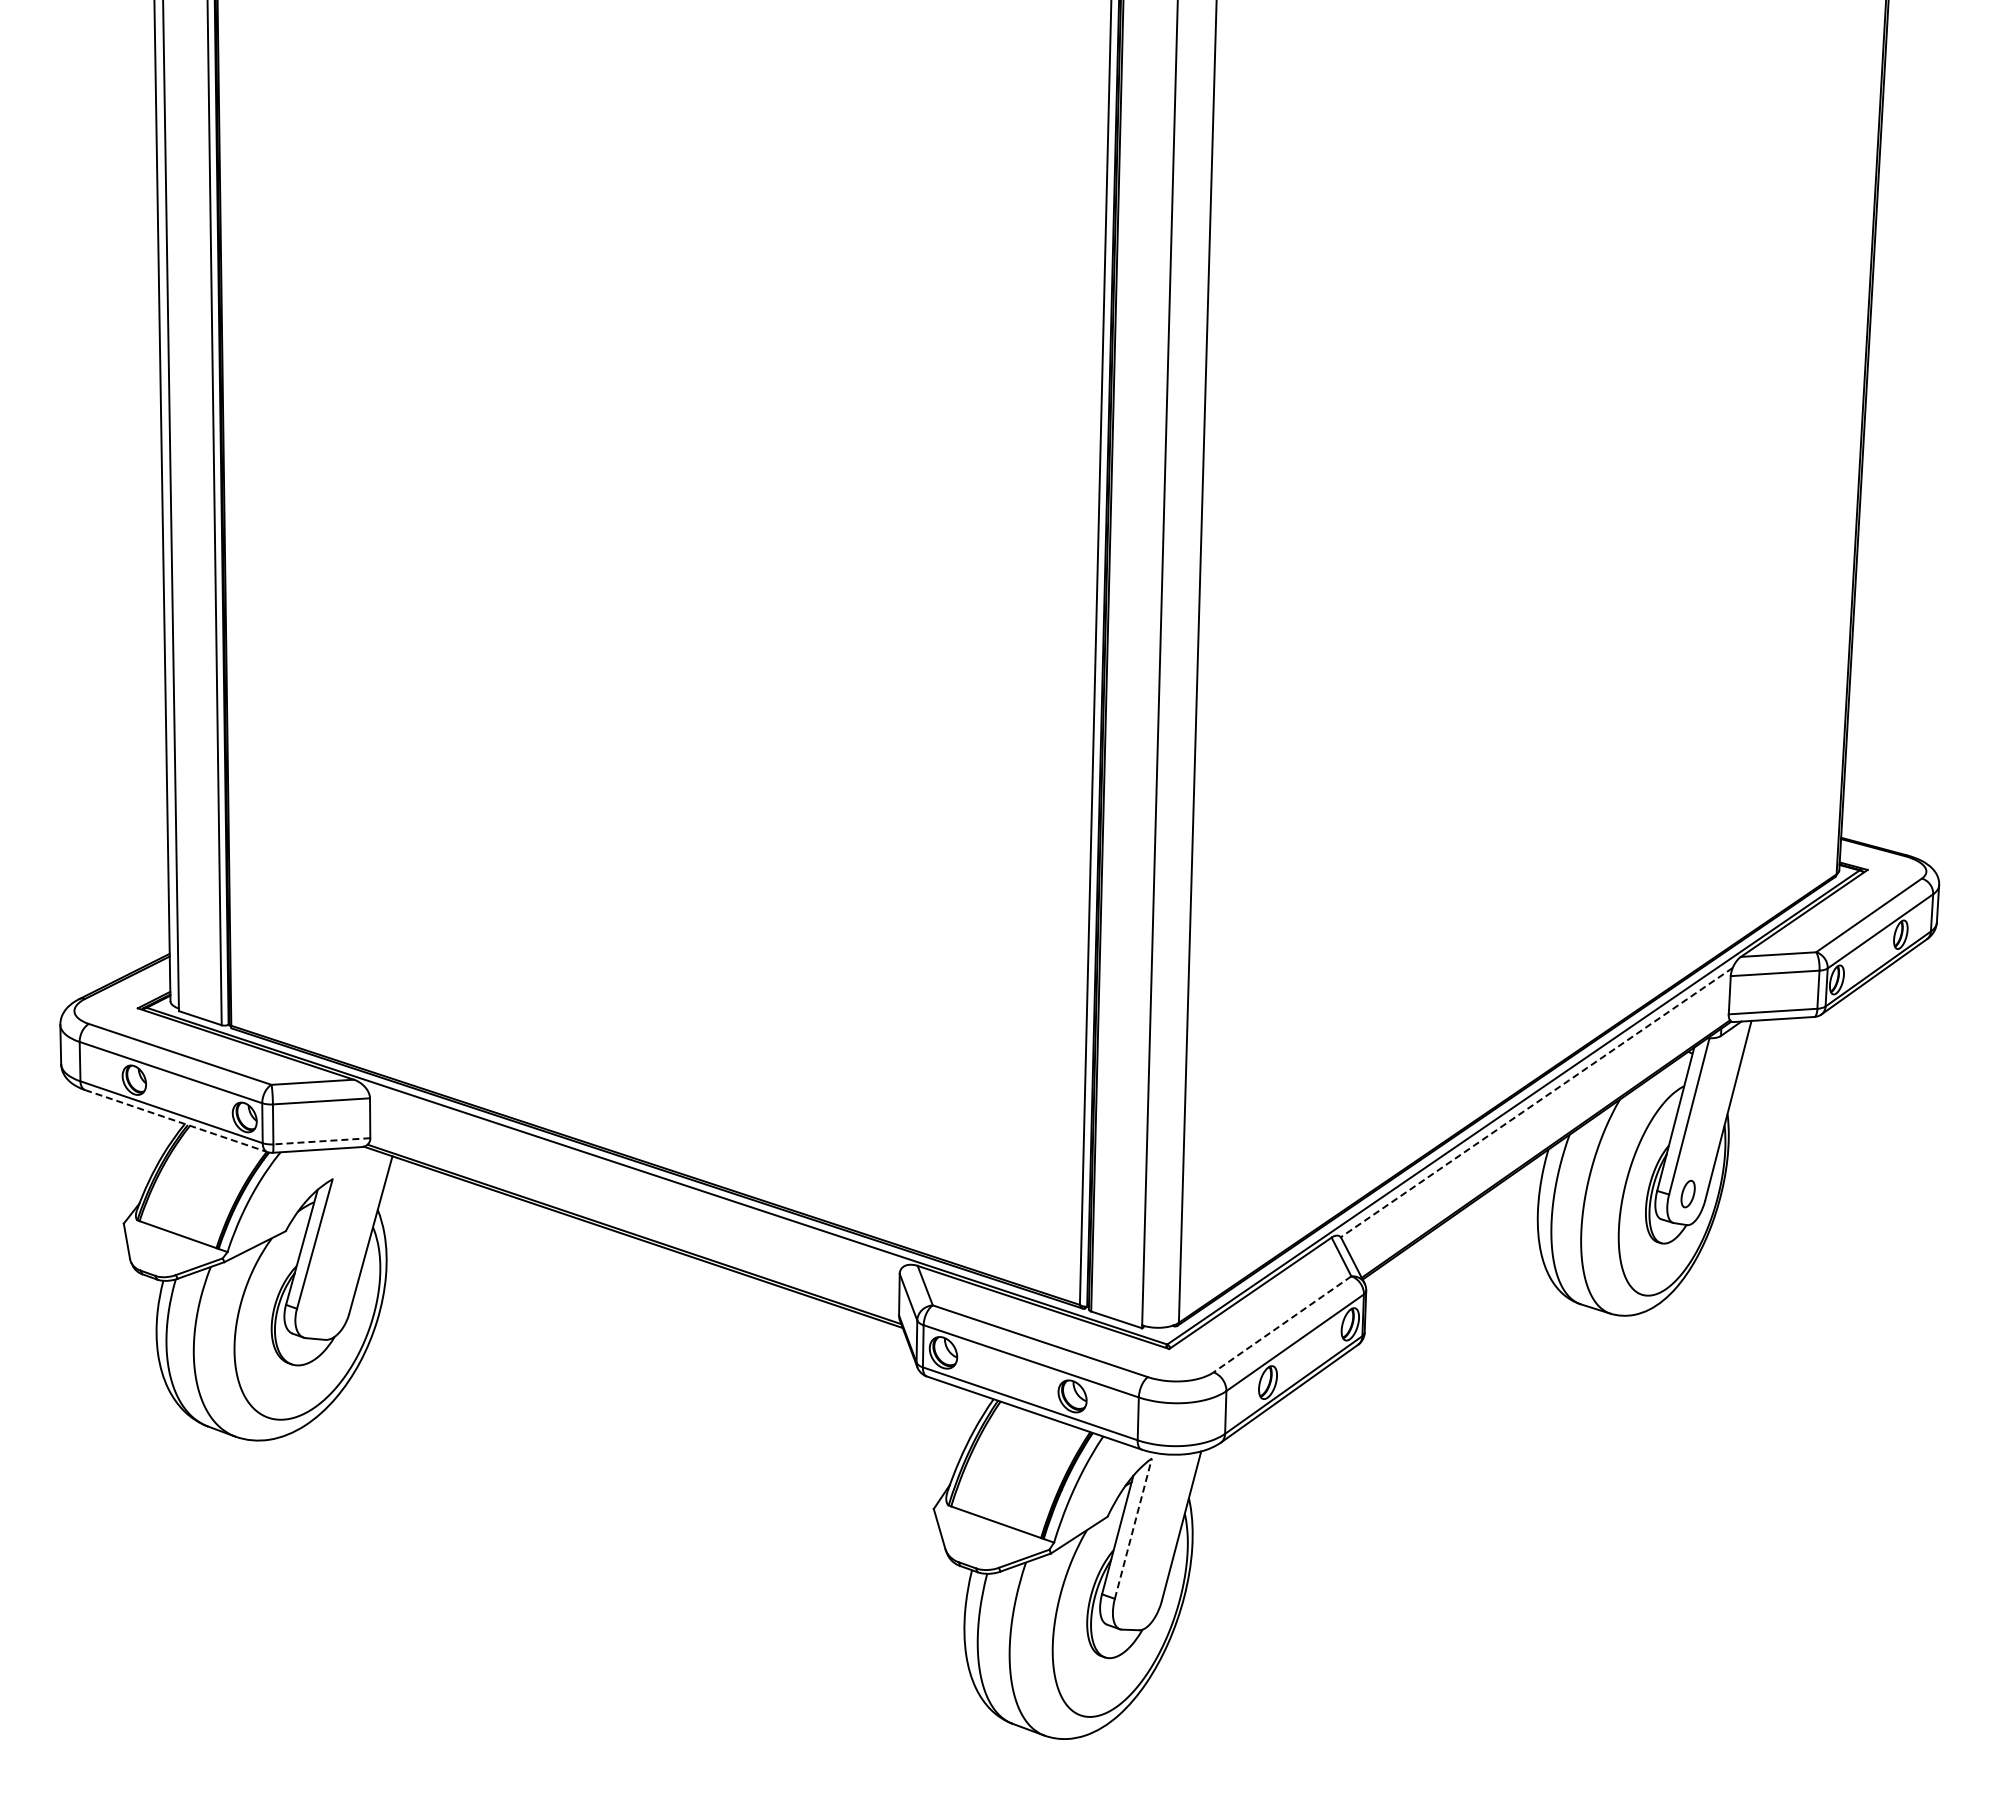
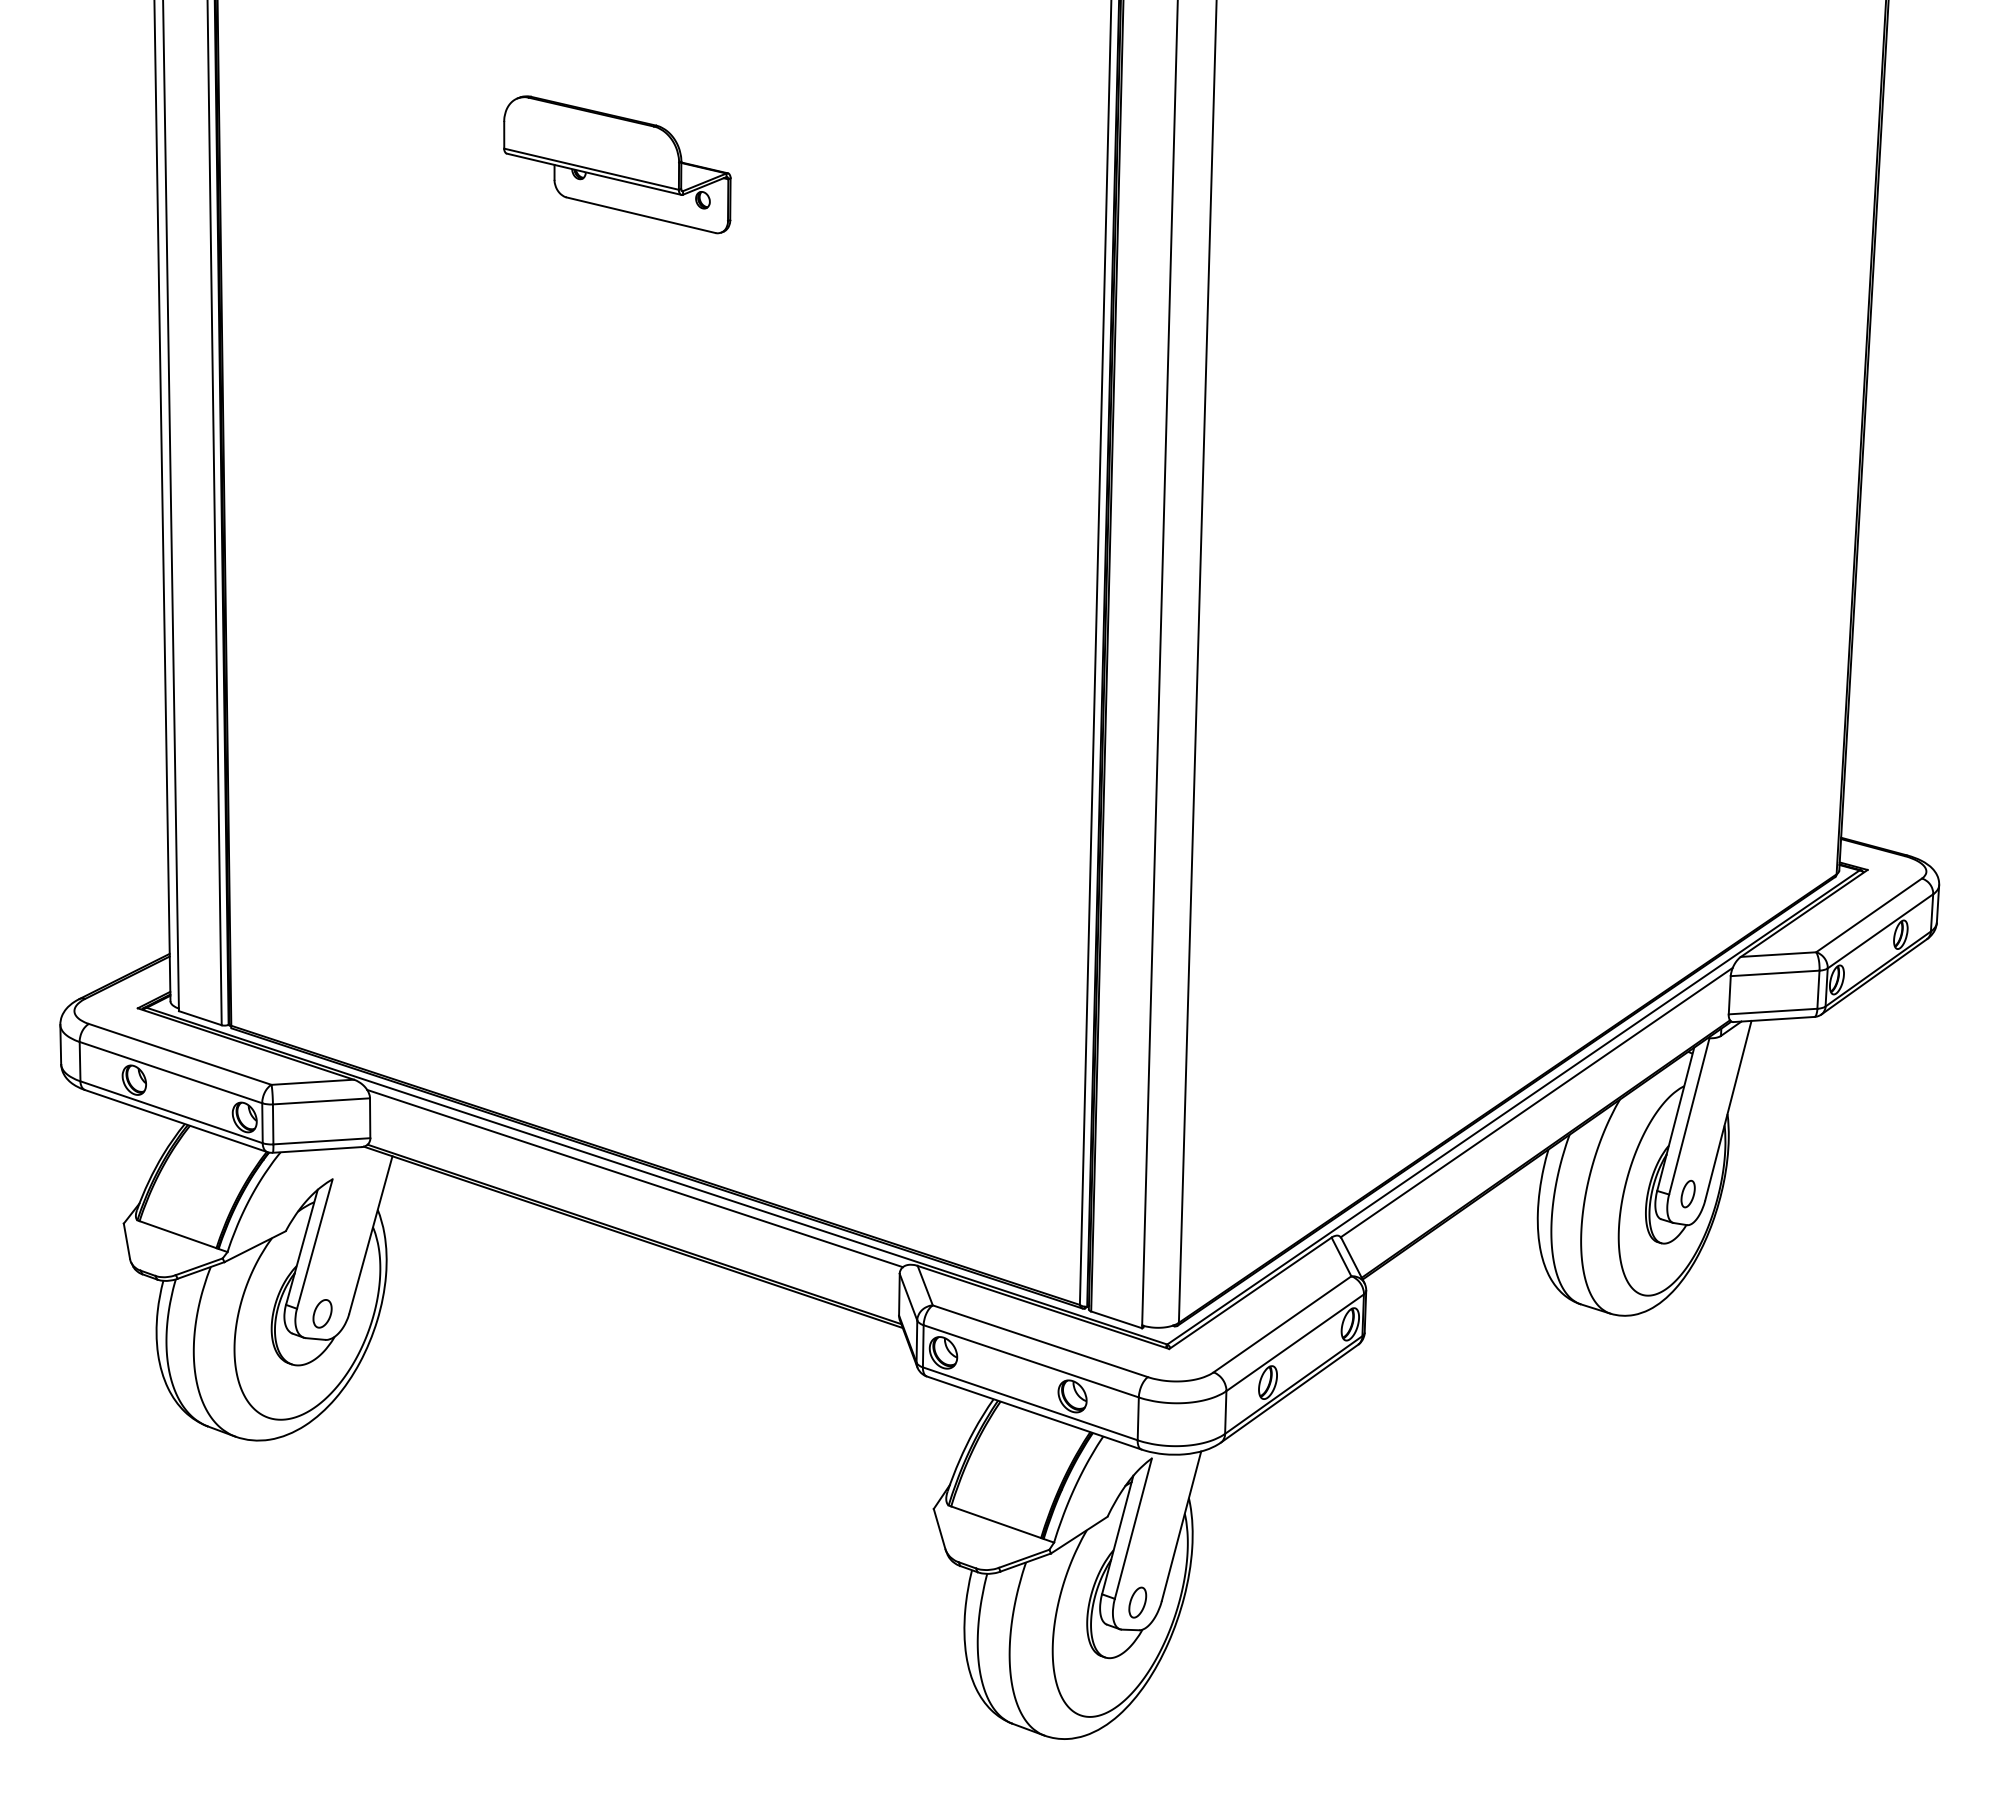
part at (617, 164): none -> present
line at (1536, 1102): dashed -> solid
line at (176, 1121): dashed -> solid
line at (321, 1141): dashed -> solid
line at (634, 1178): none -> present
part at (322, 1313): none -> present
line at (1282, 1324): dashed -> solid
line at (1133, 1528): dashed -> solid
part at (1137, 1602): none -> present
